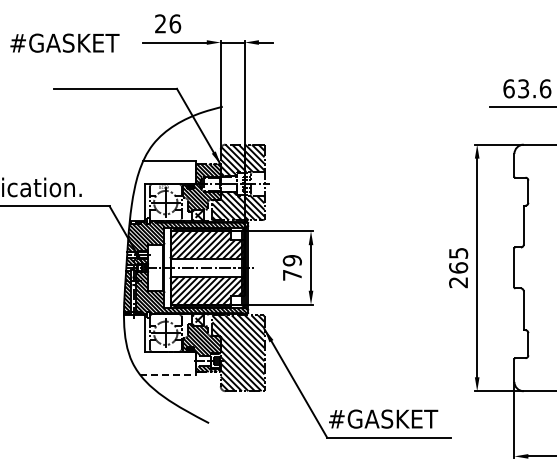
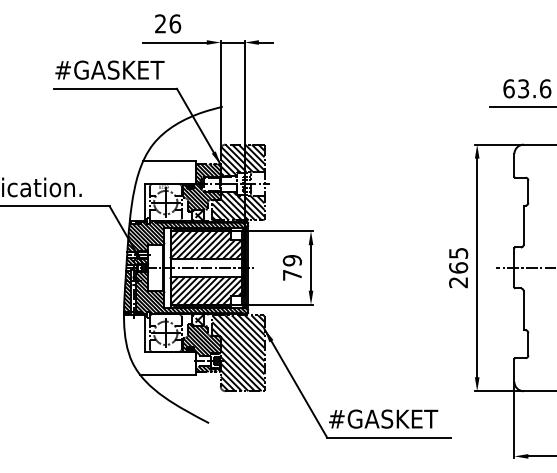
text at (64, 42) position: (64, 42) -> (109, 69)
line at (524, 267): none -> present
line at (168, 374): dashed -> solid
